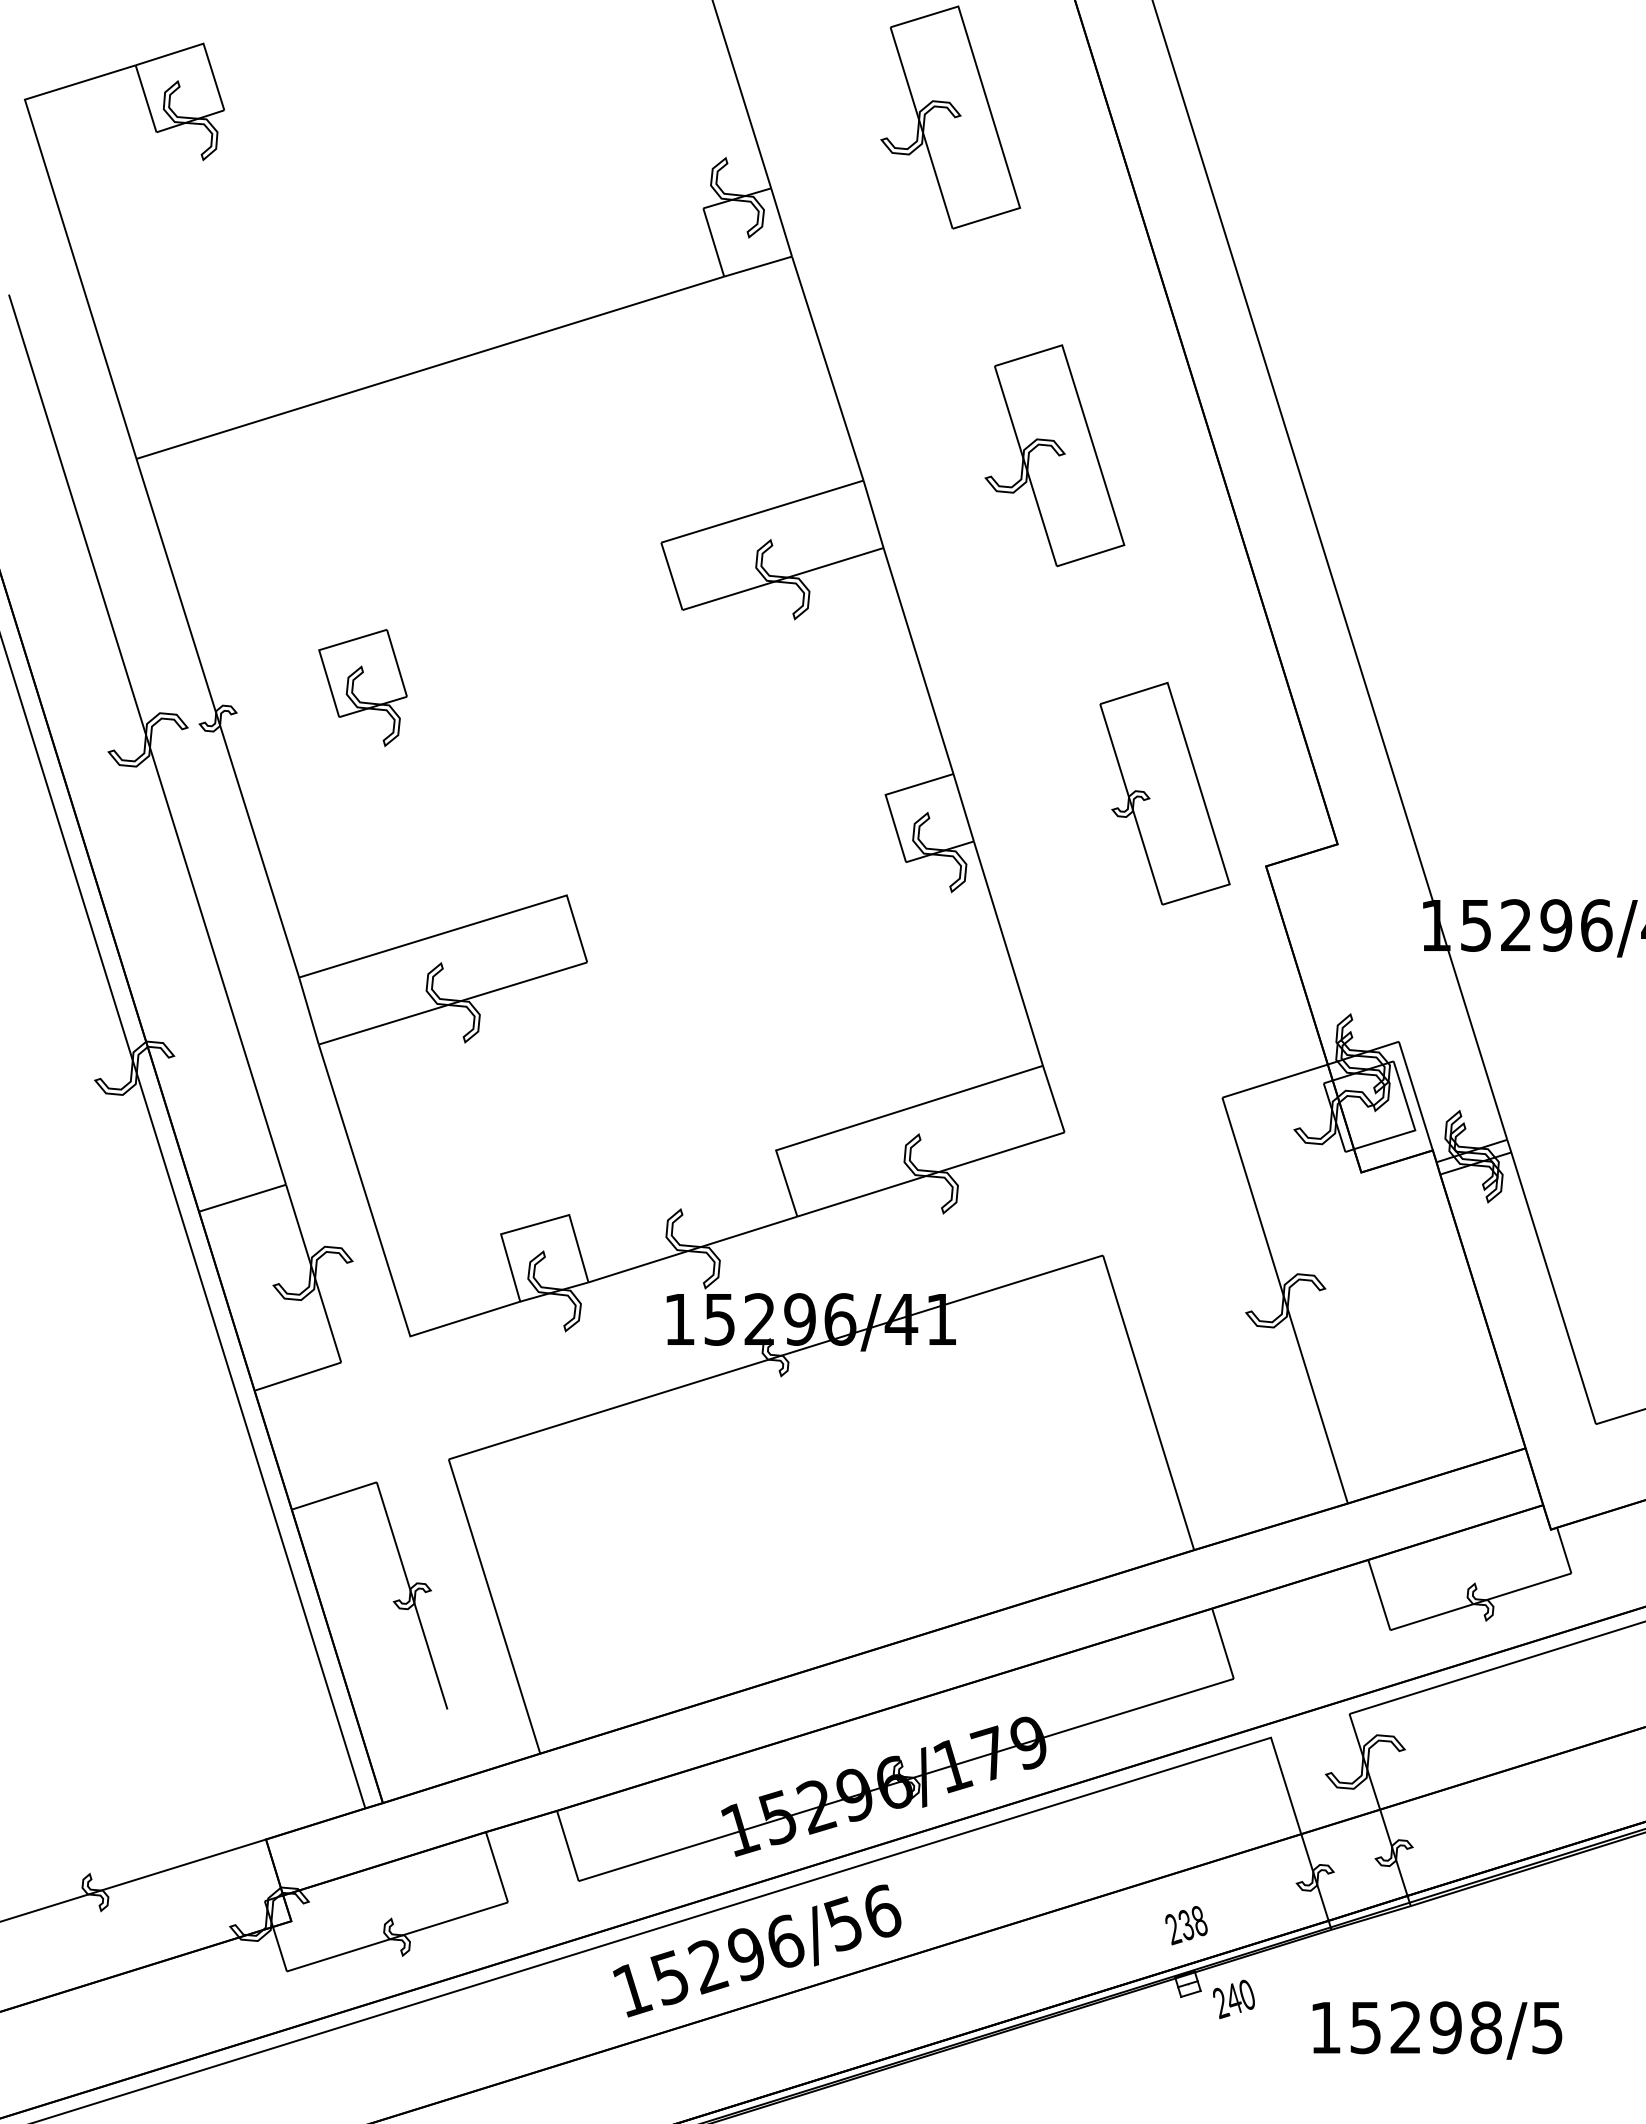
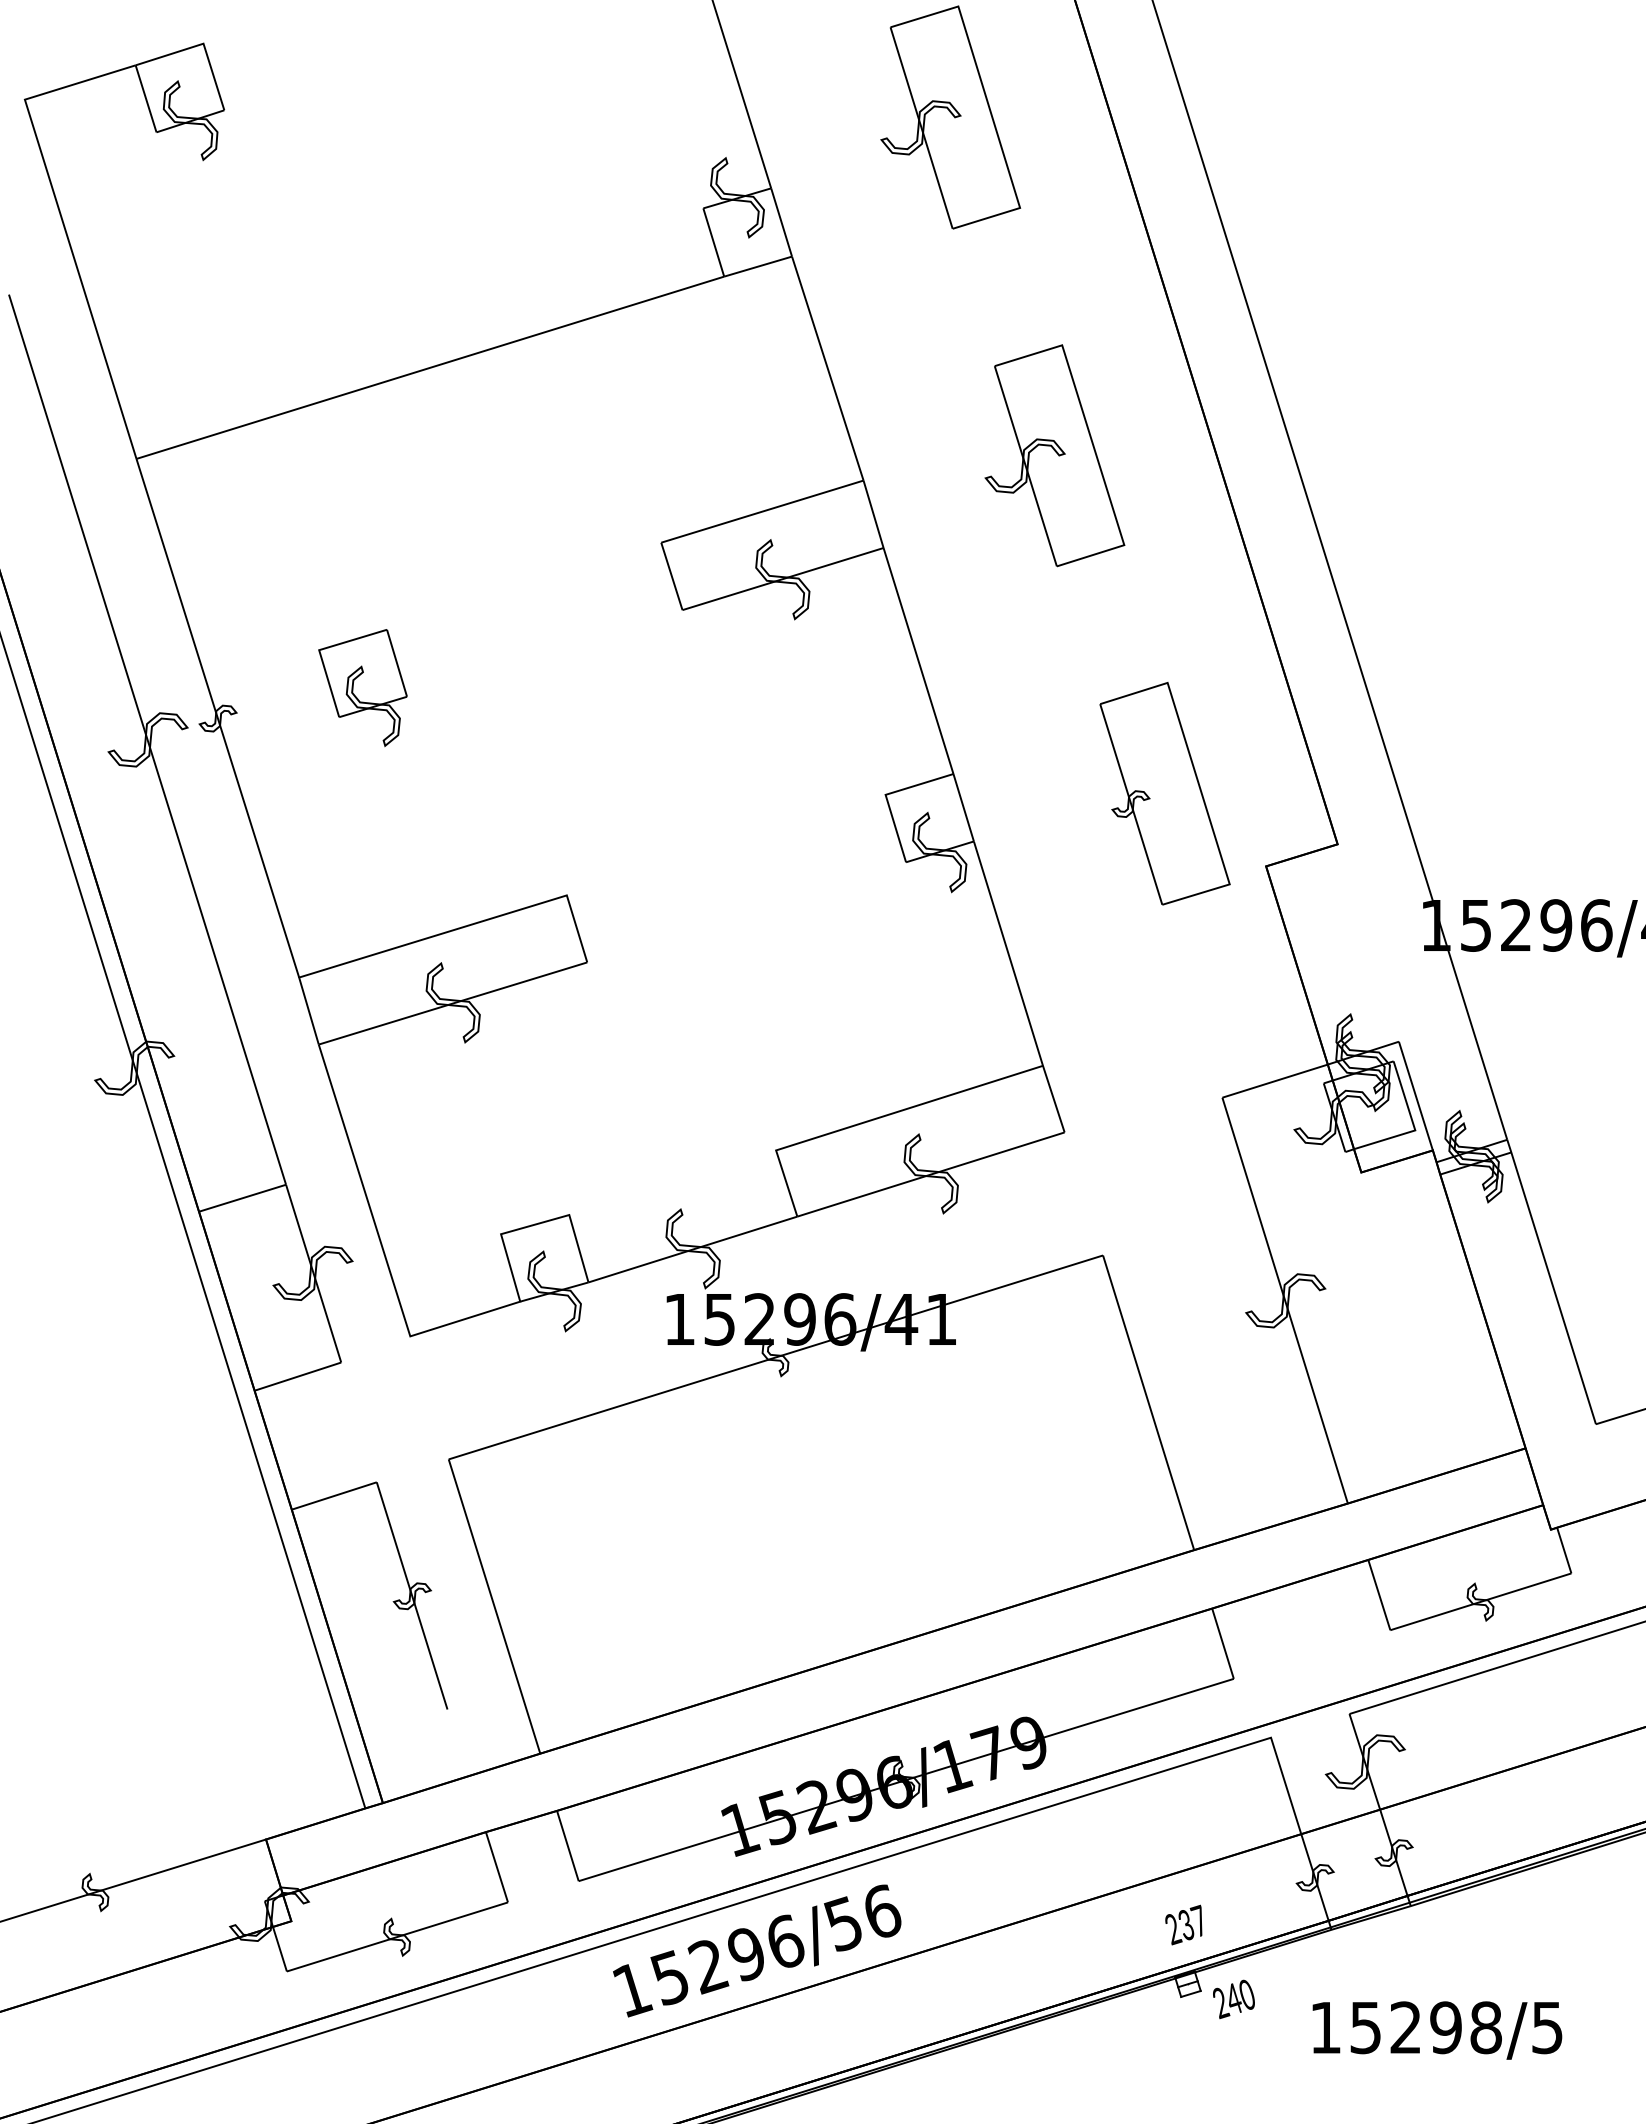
text at (1198, 1920): 238 -> 237
